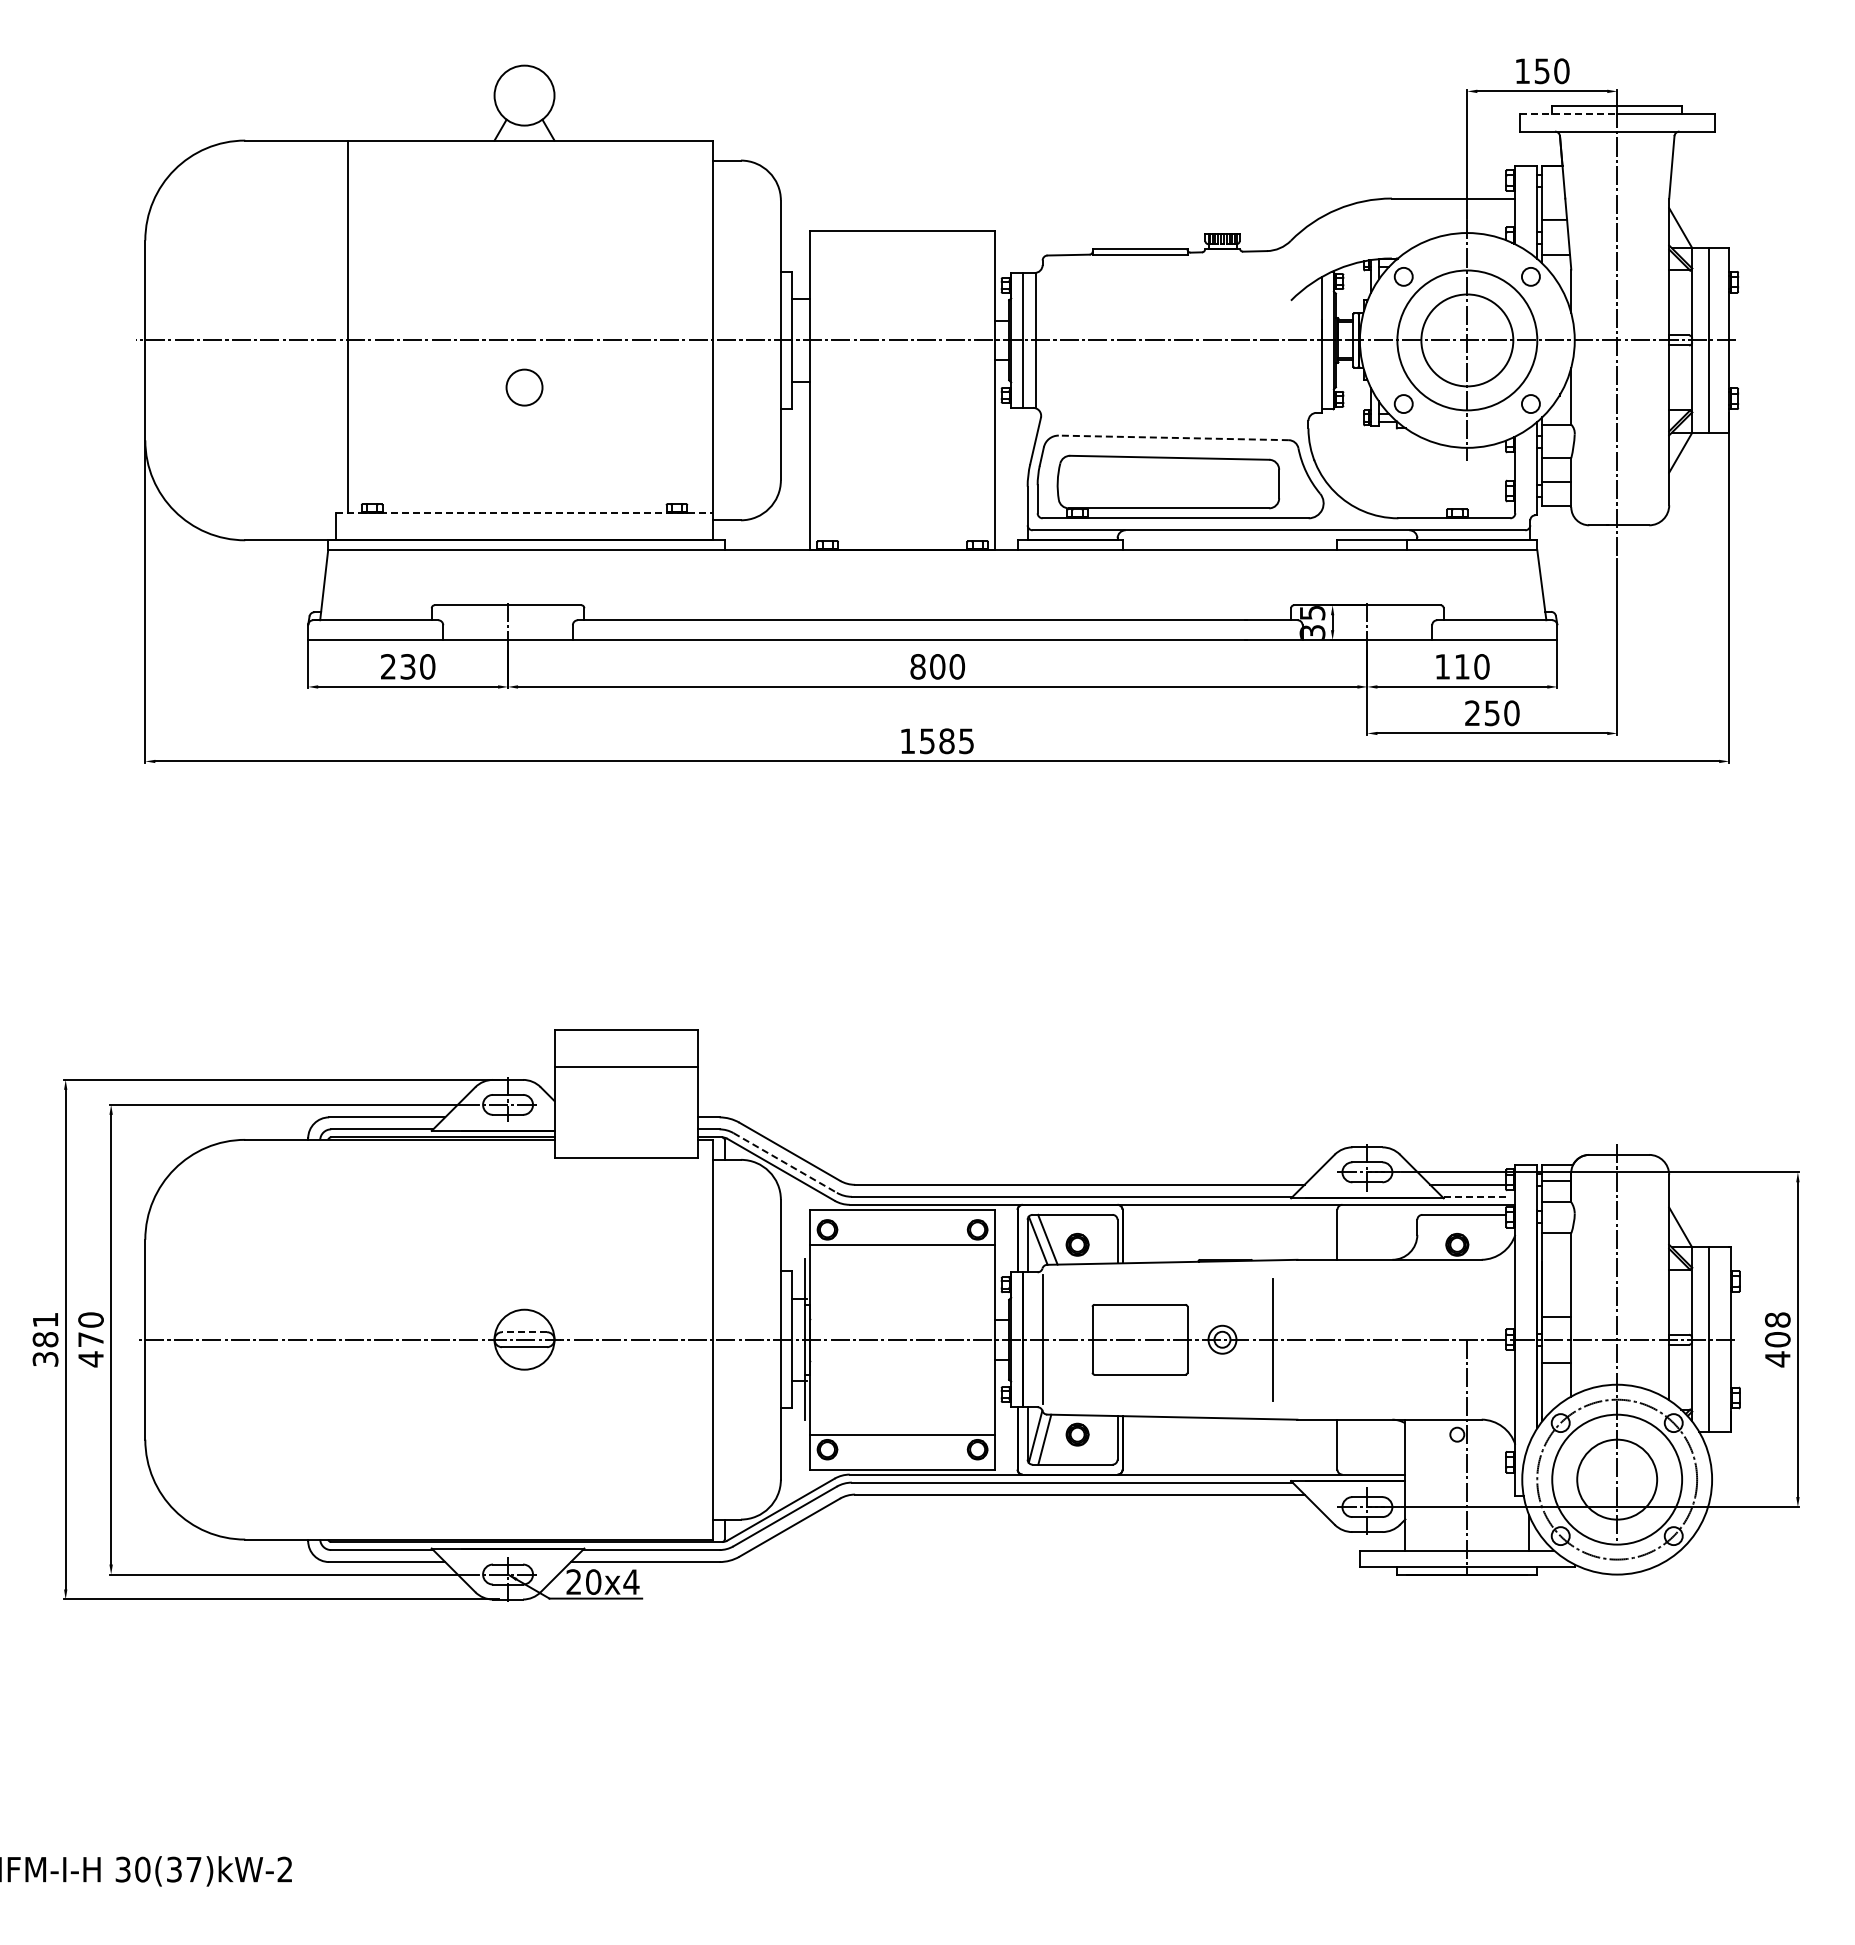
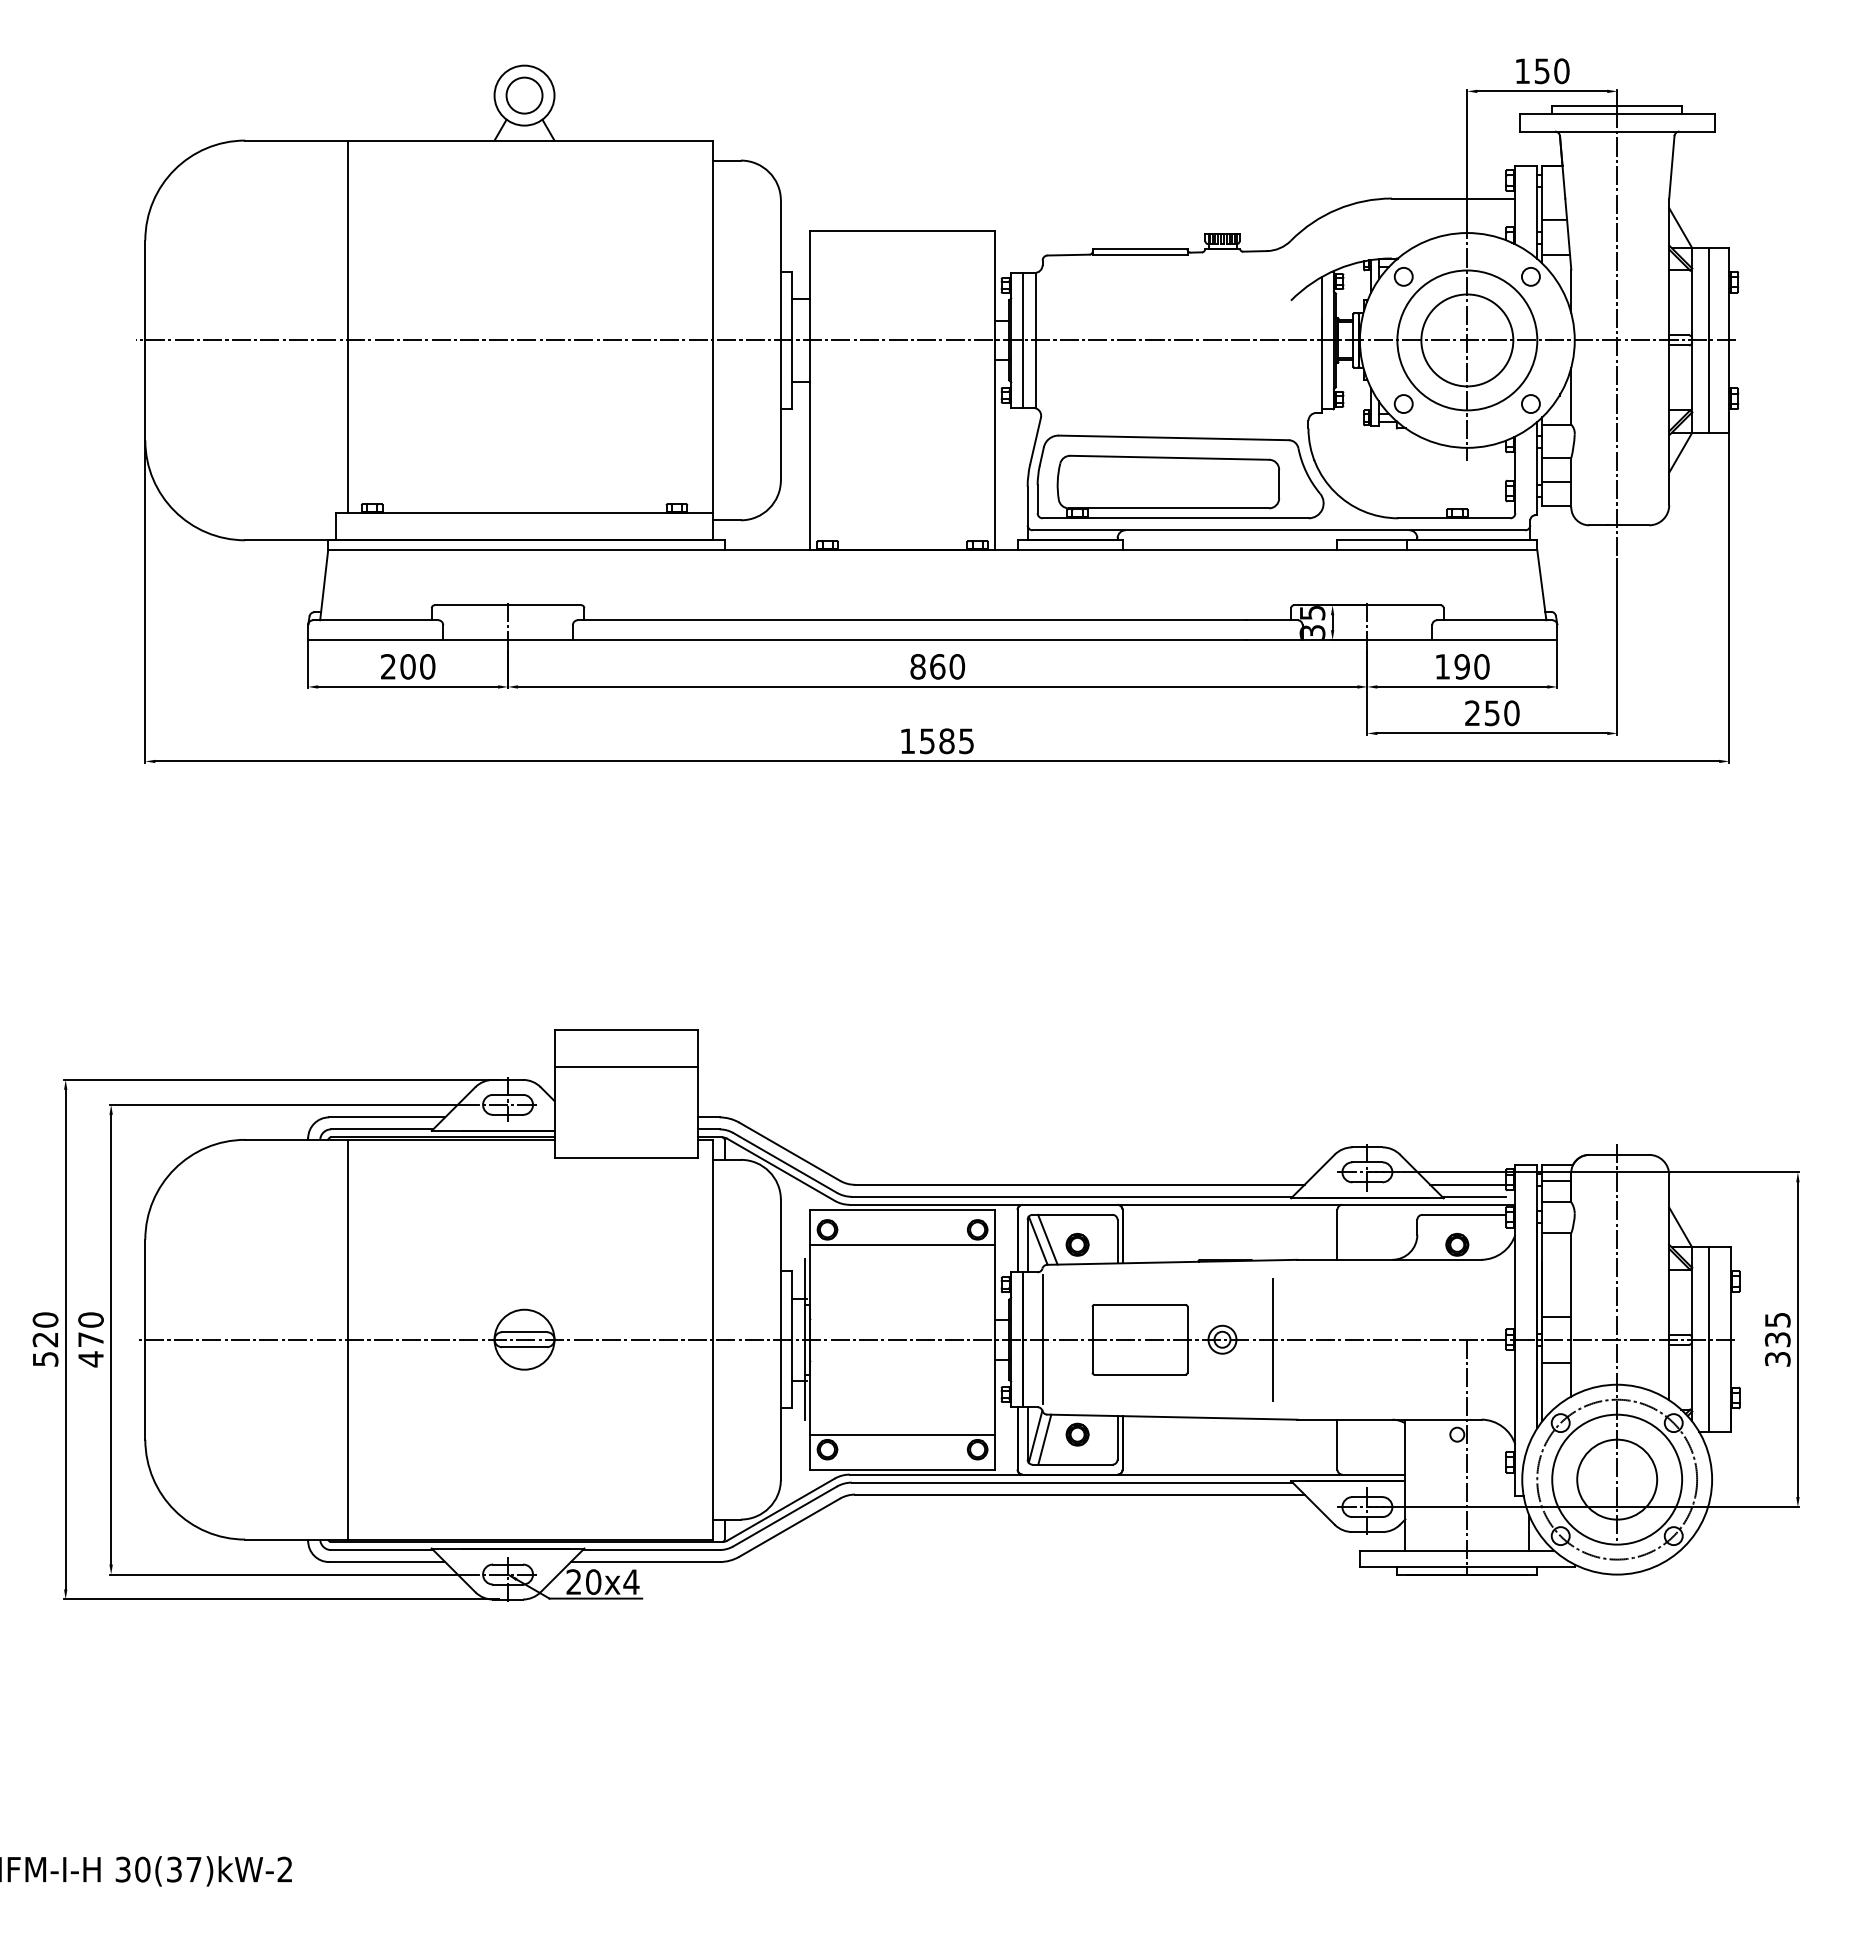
line at (1568, 113): dashed -> solid
circle at (524, 387) position: (524, 387) -> (524, 95)
line at (1173, 437): dashed -> solid
line at (524, 513): dashed -> solid
text at (407, 666): 230 -> 200
text at (937, 666): 800 -> 860
text at (1461, 666): 110 -> 190
line at (785, 1162): dashed -> solid
line at (1473, 1196): dashed -> solid
line at (524, 1332): dashed -> solid
text at (45, 1338): 381 -> 520
line at (347, 1339): none -> present
text at (1777, 1339): 408 -> 335
